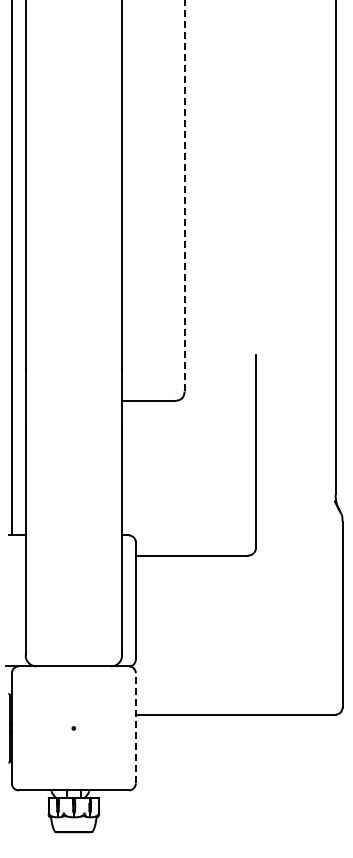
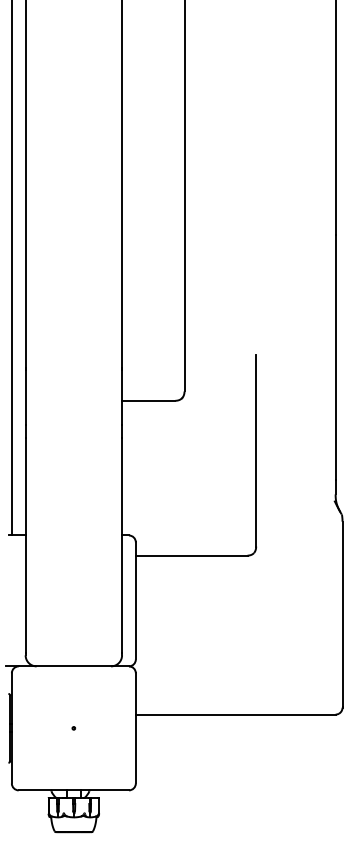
line at (184, 195): dashed -> solid
line at (135, 727): dashed -> solid
